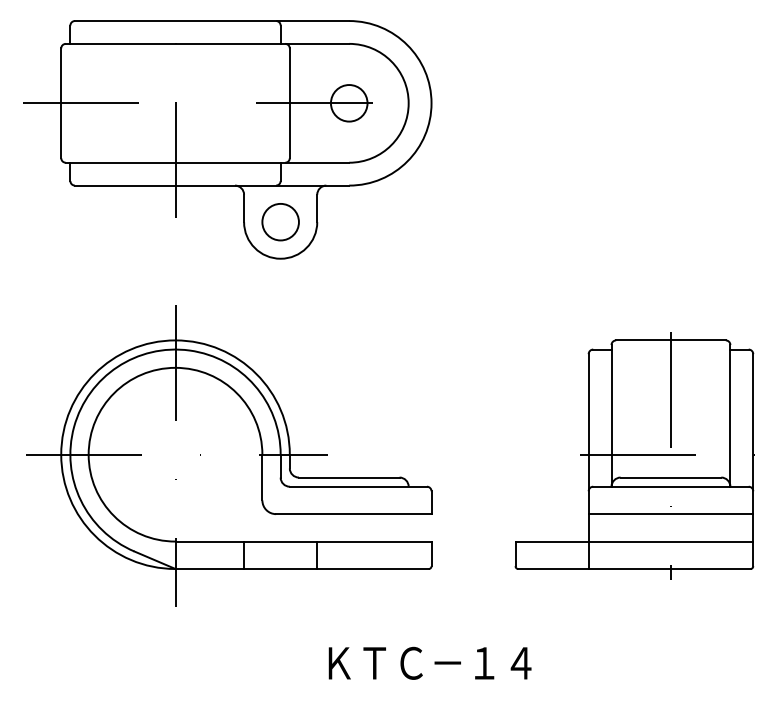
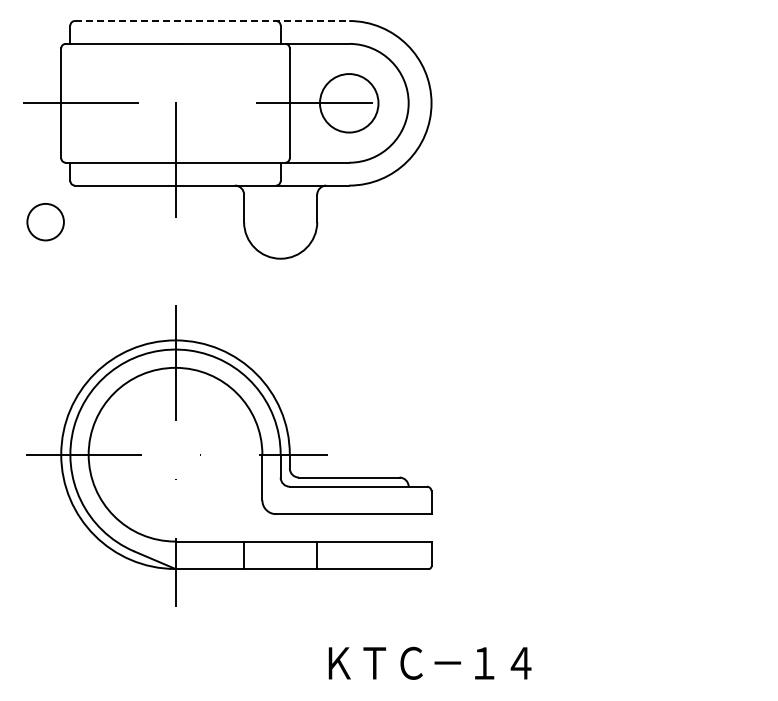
line at (212, 21): solid -> dashed
circle at (348, 103) diameter: 37 px -> 59 px
circle at (280, 222) position: (280, 222) -> (45, 222)
part at (634, 455): present -> none
